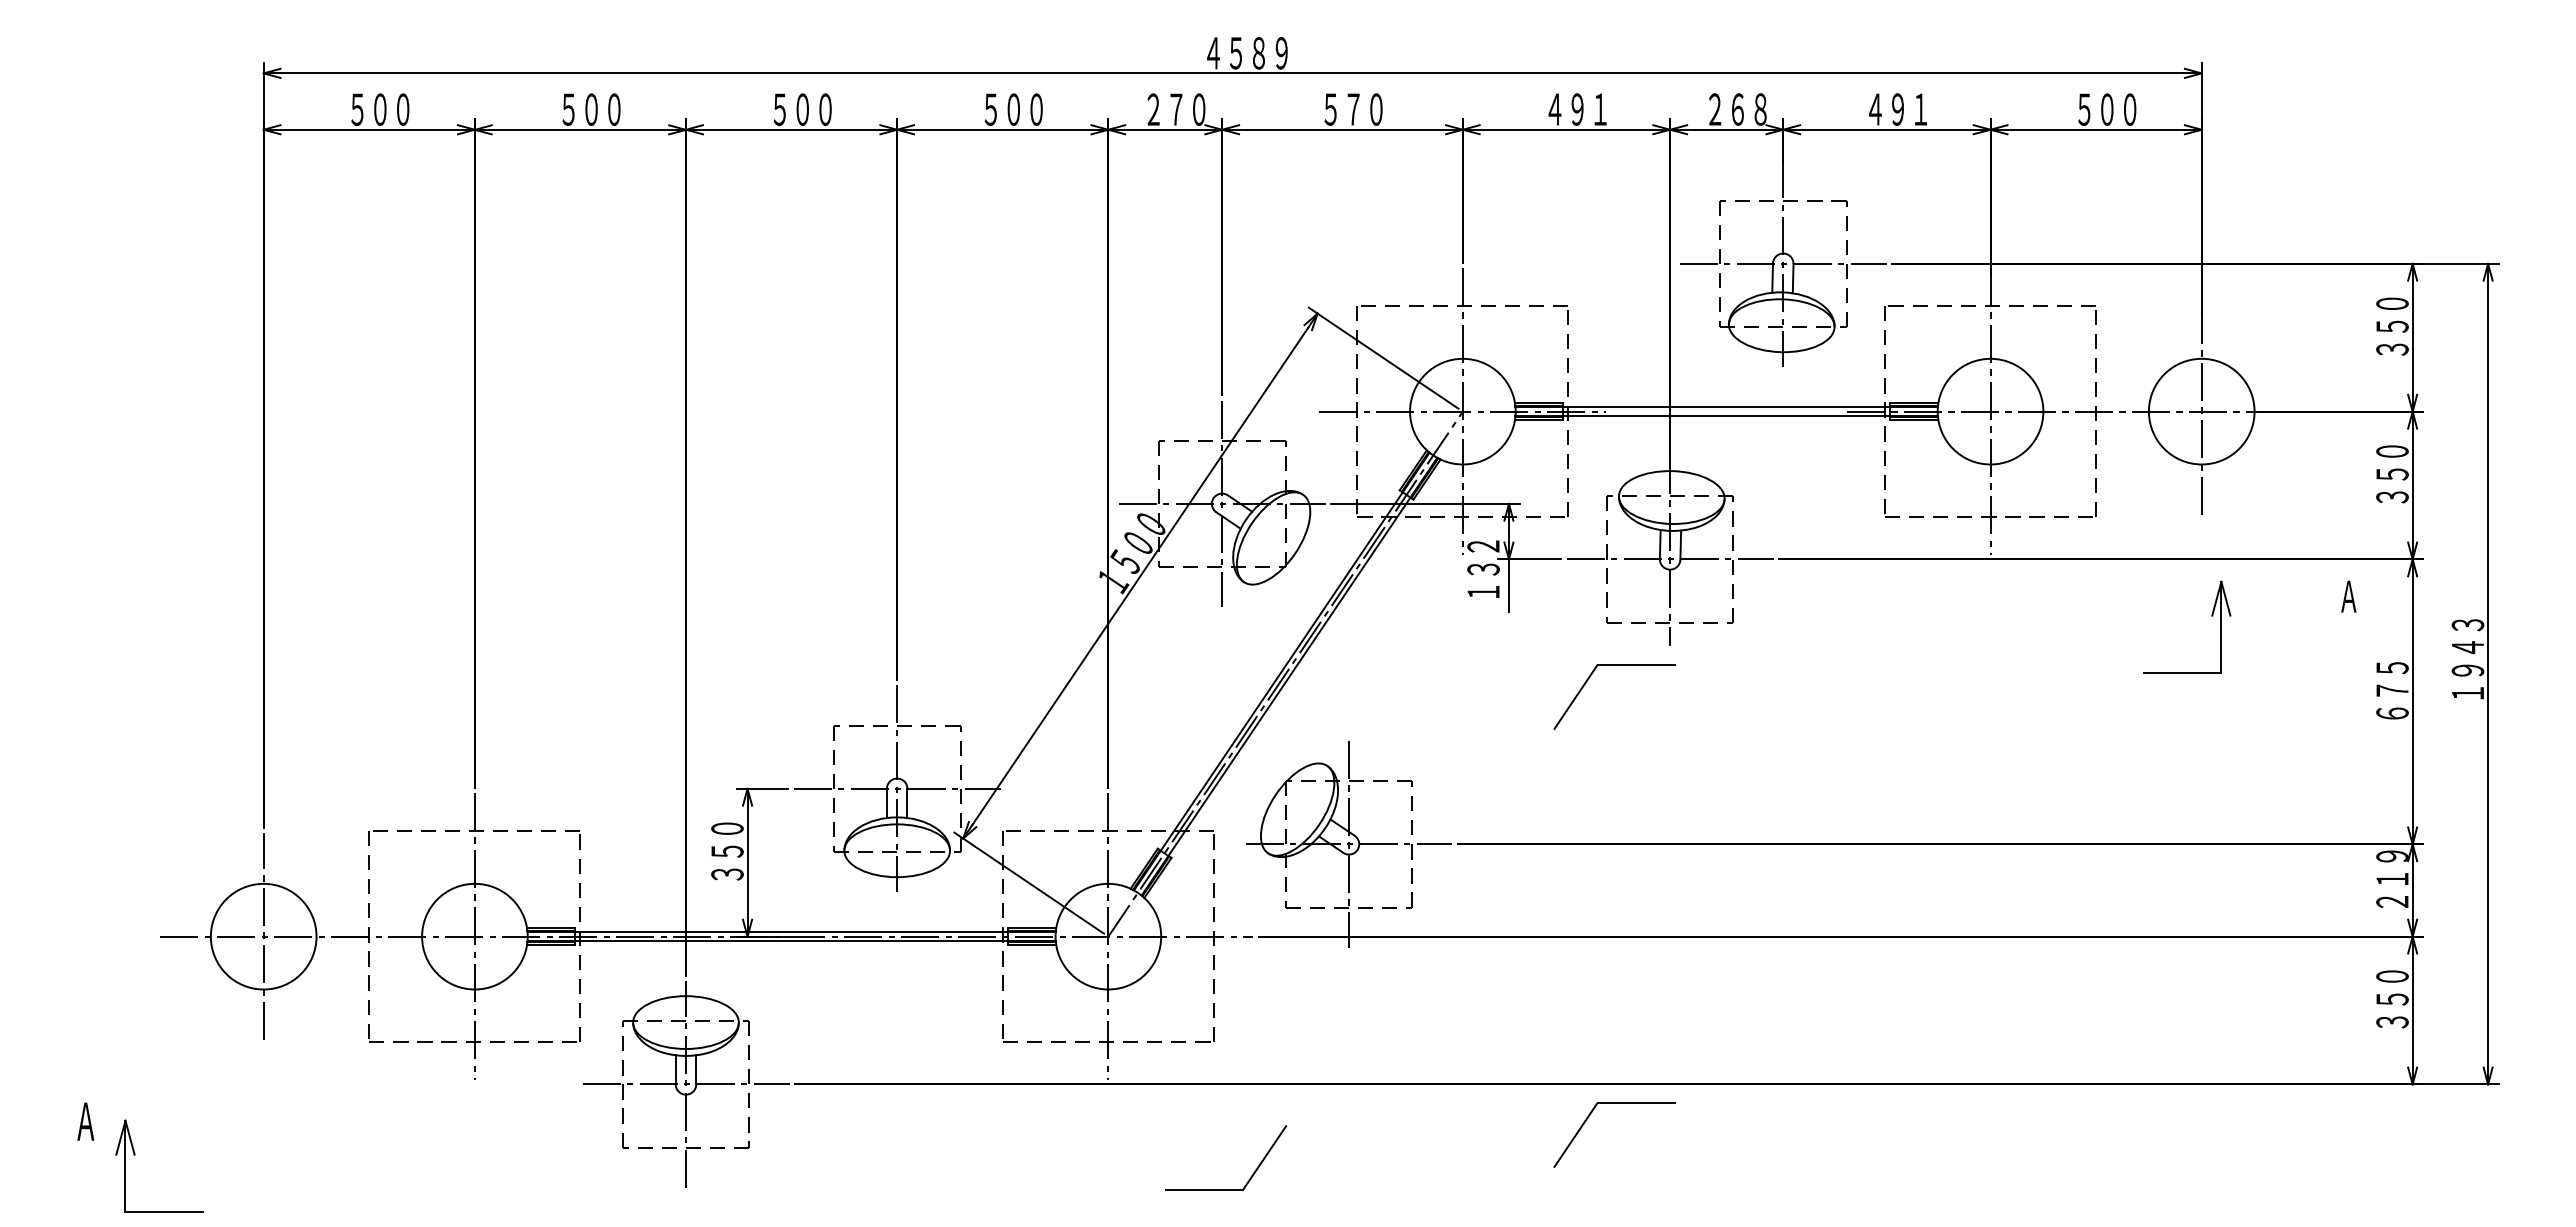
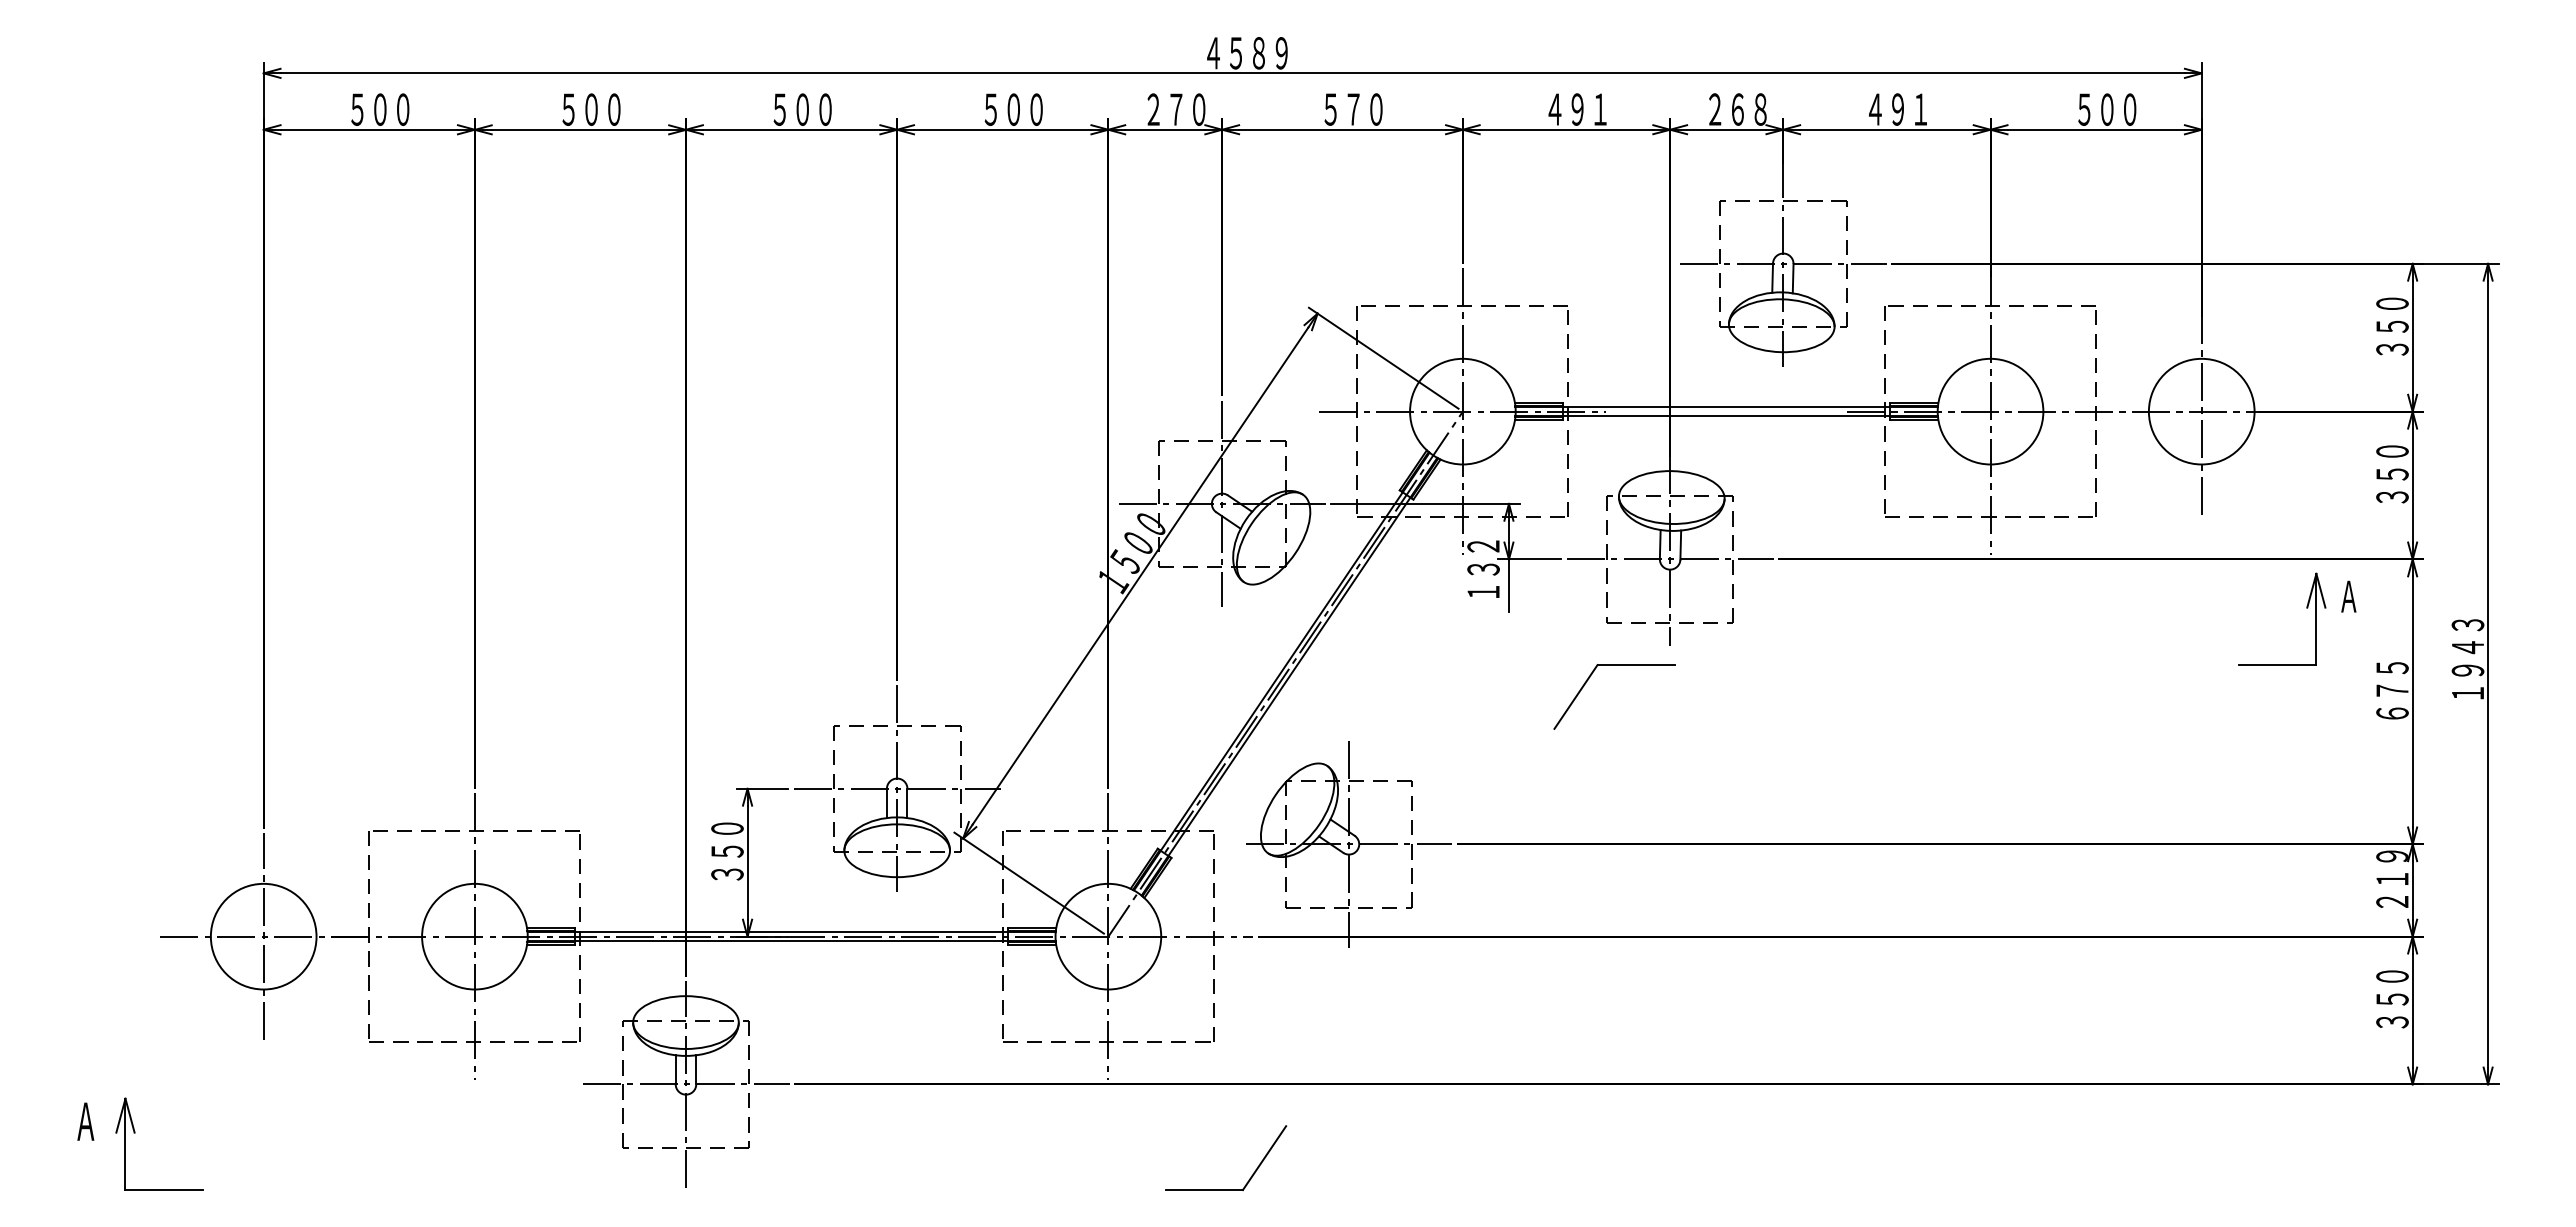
part at (2211, 616) position: (2211, 616) -> (2306, 608)
part at (1588, 1118): present -> none
part at (135, 1155) position: (135, 1155) -> (135, 1133)
